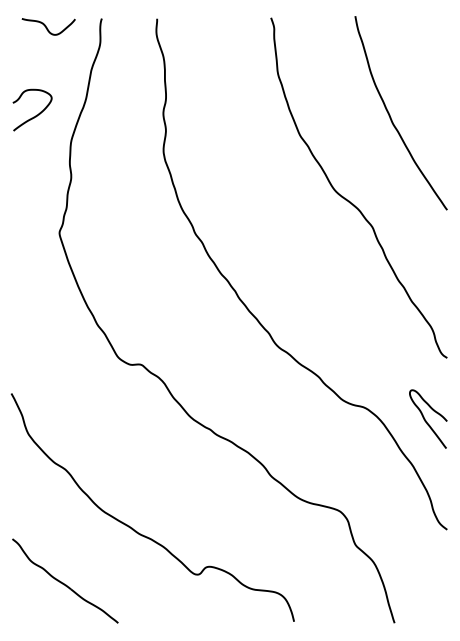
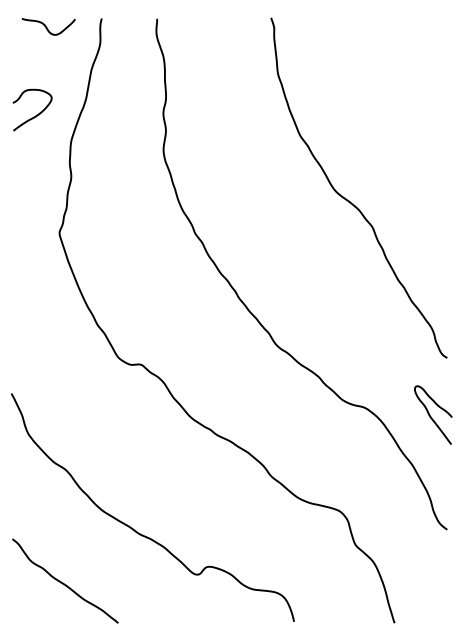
curve at (391, 117): present -> none
curve at (426, 420) position: (426, 420) -> (431, 416)
